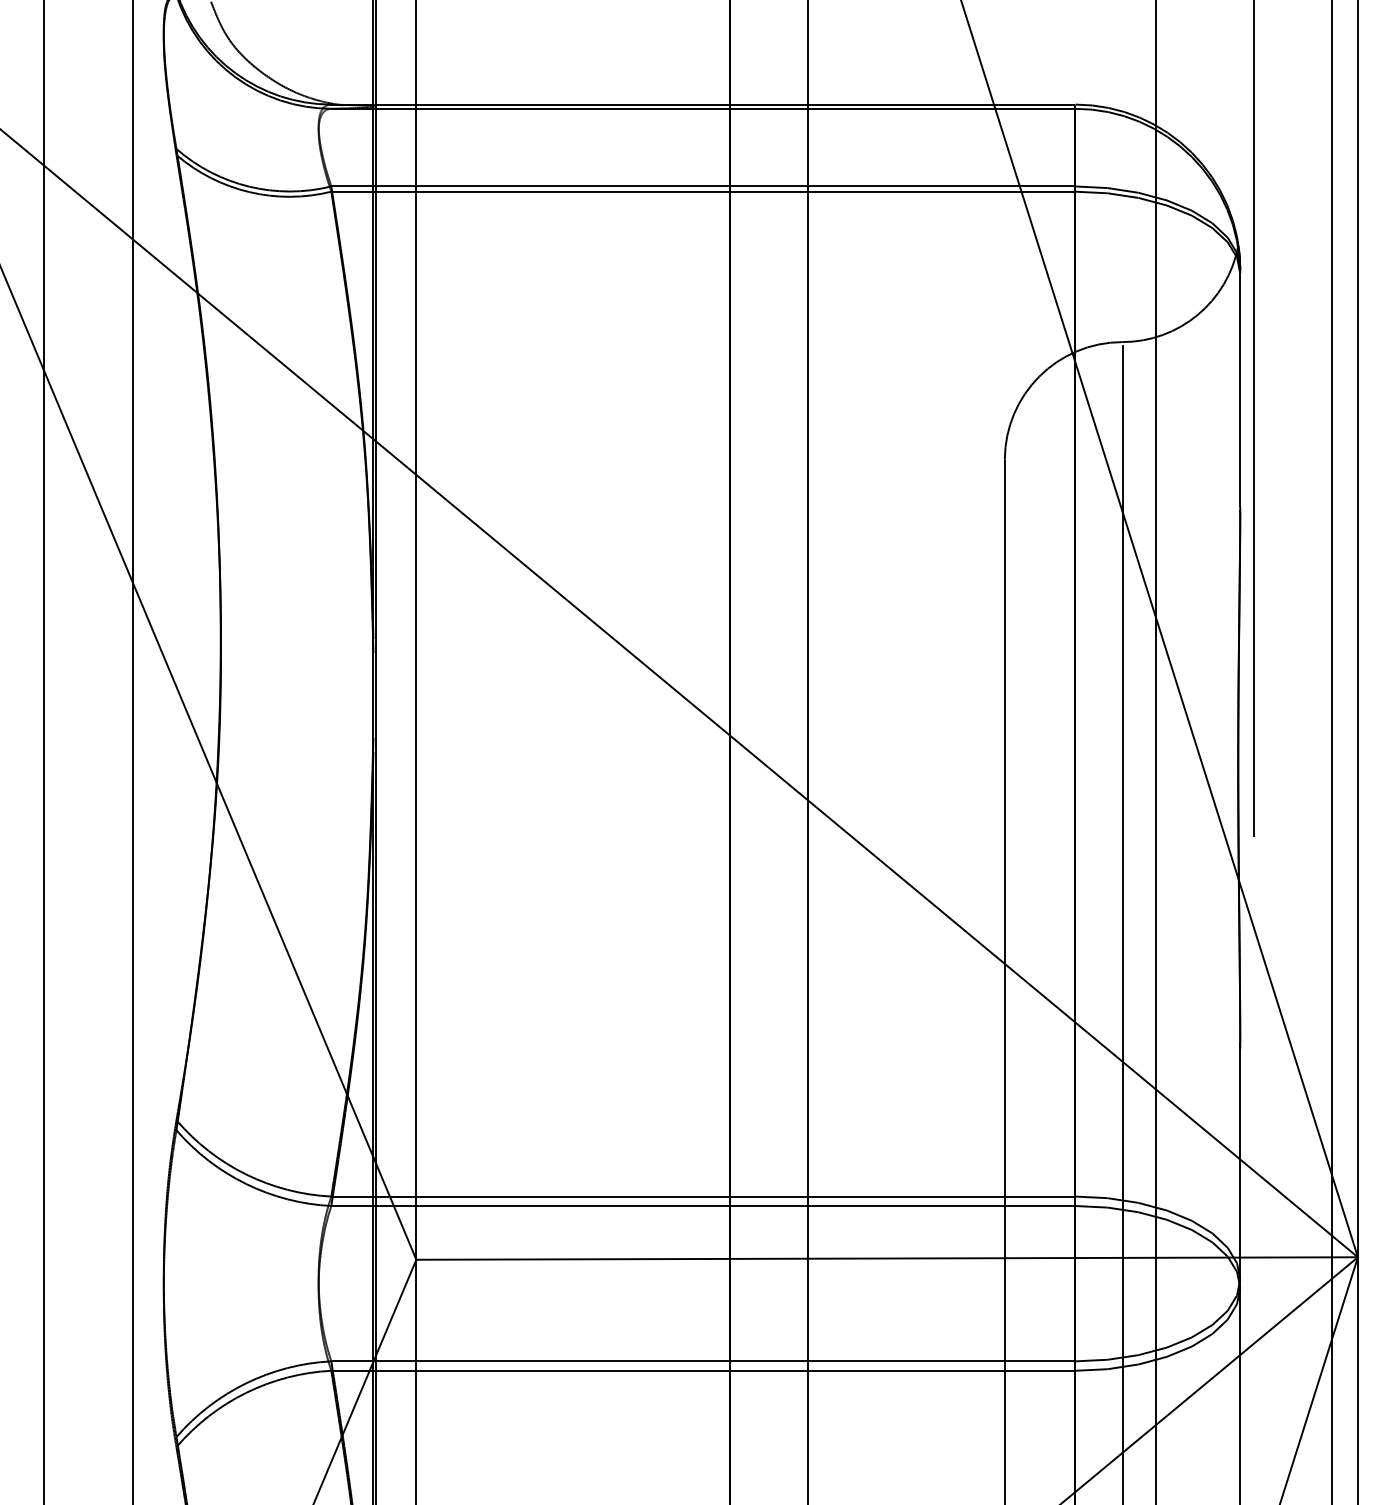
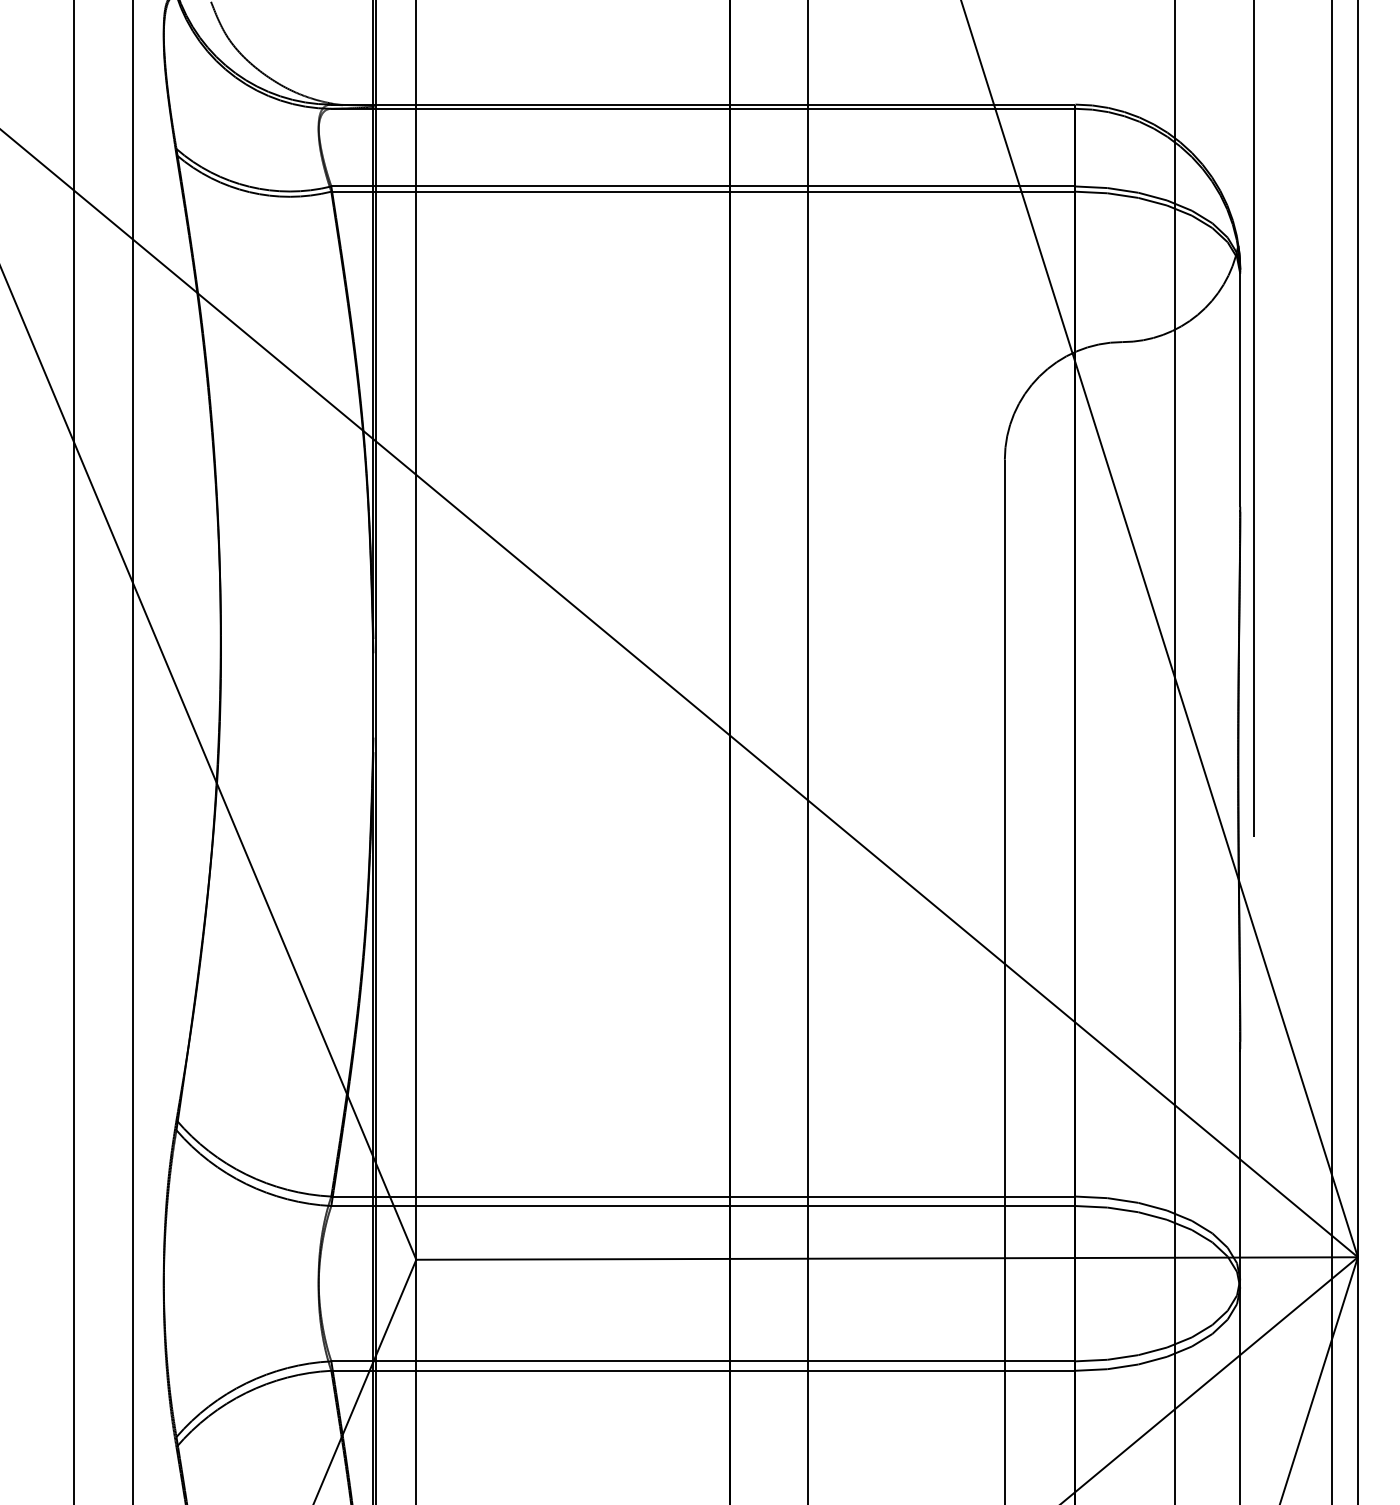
line at (44, 751) position: (44, 751) -> (74, 751)
line at (1156, 751) position: (1156, 751) -> (1175, 751)
line at (1122, 922): present -> none
